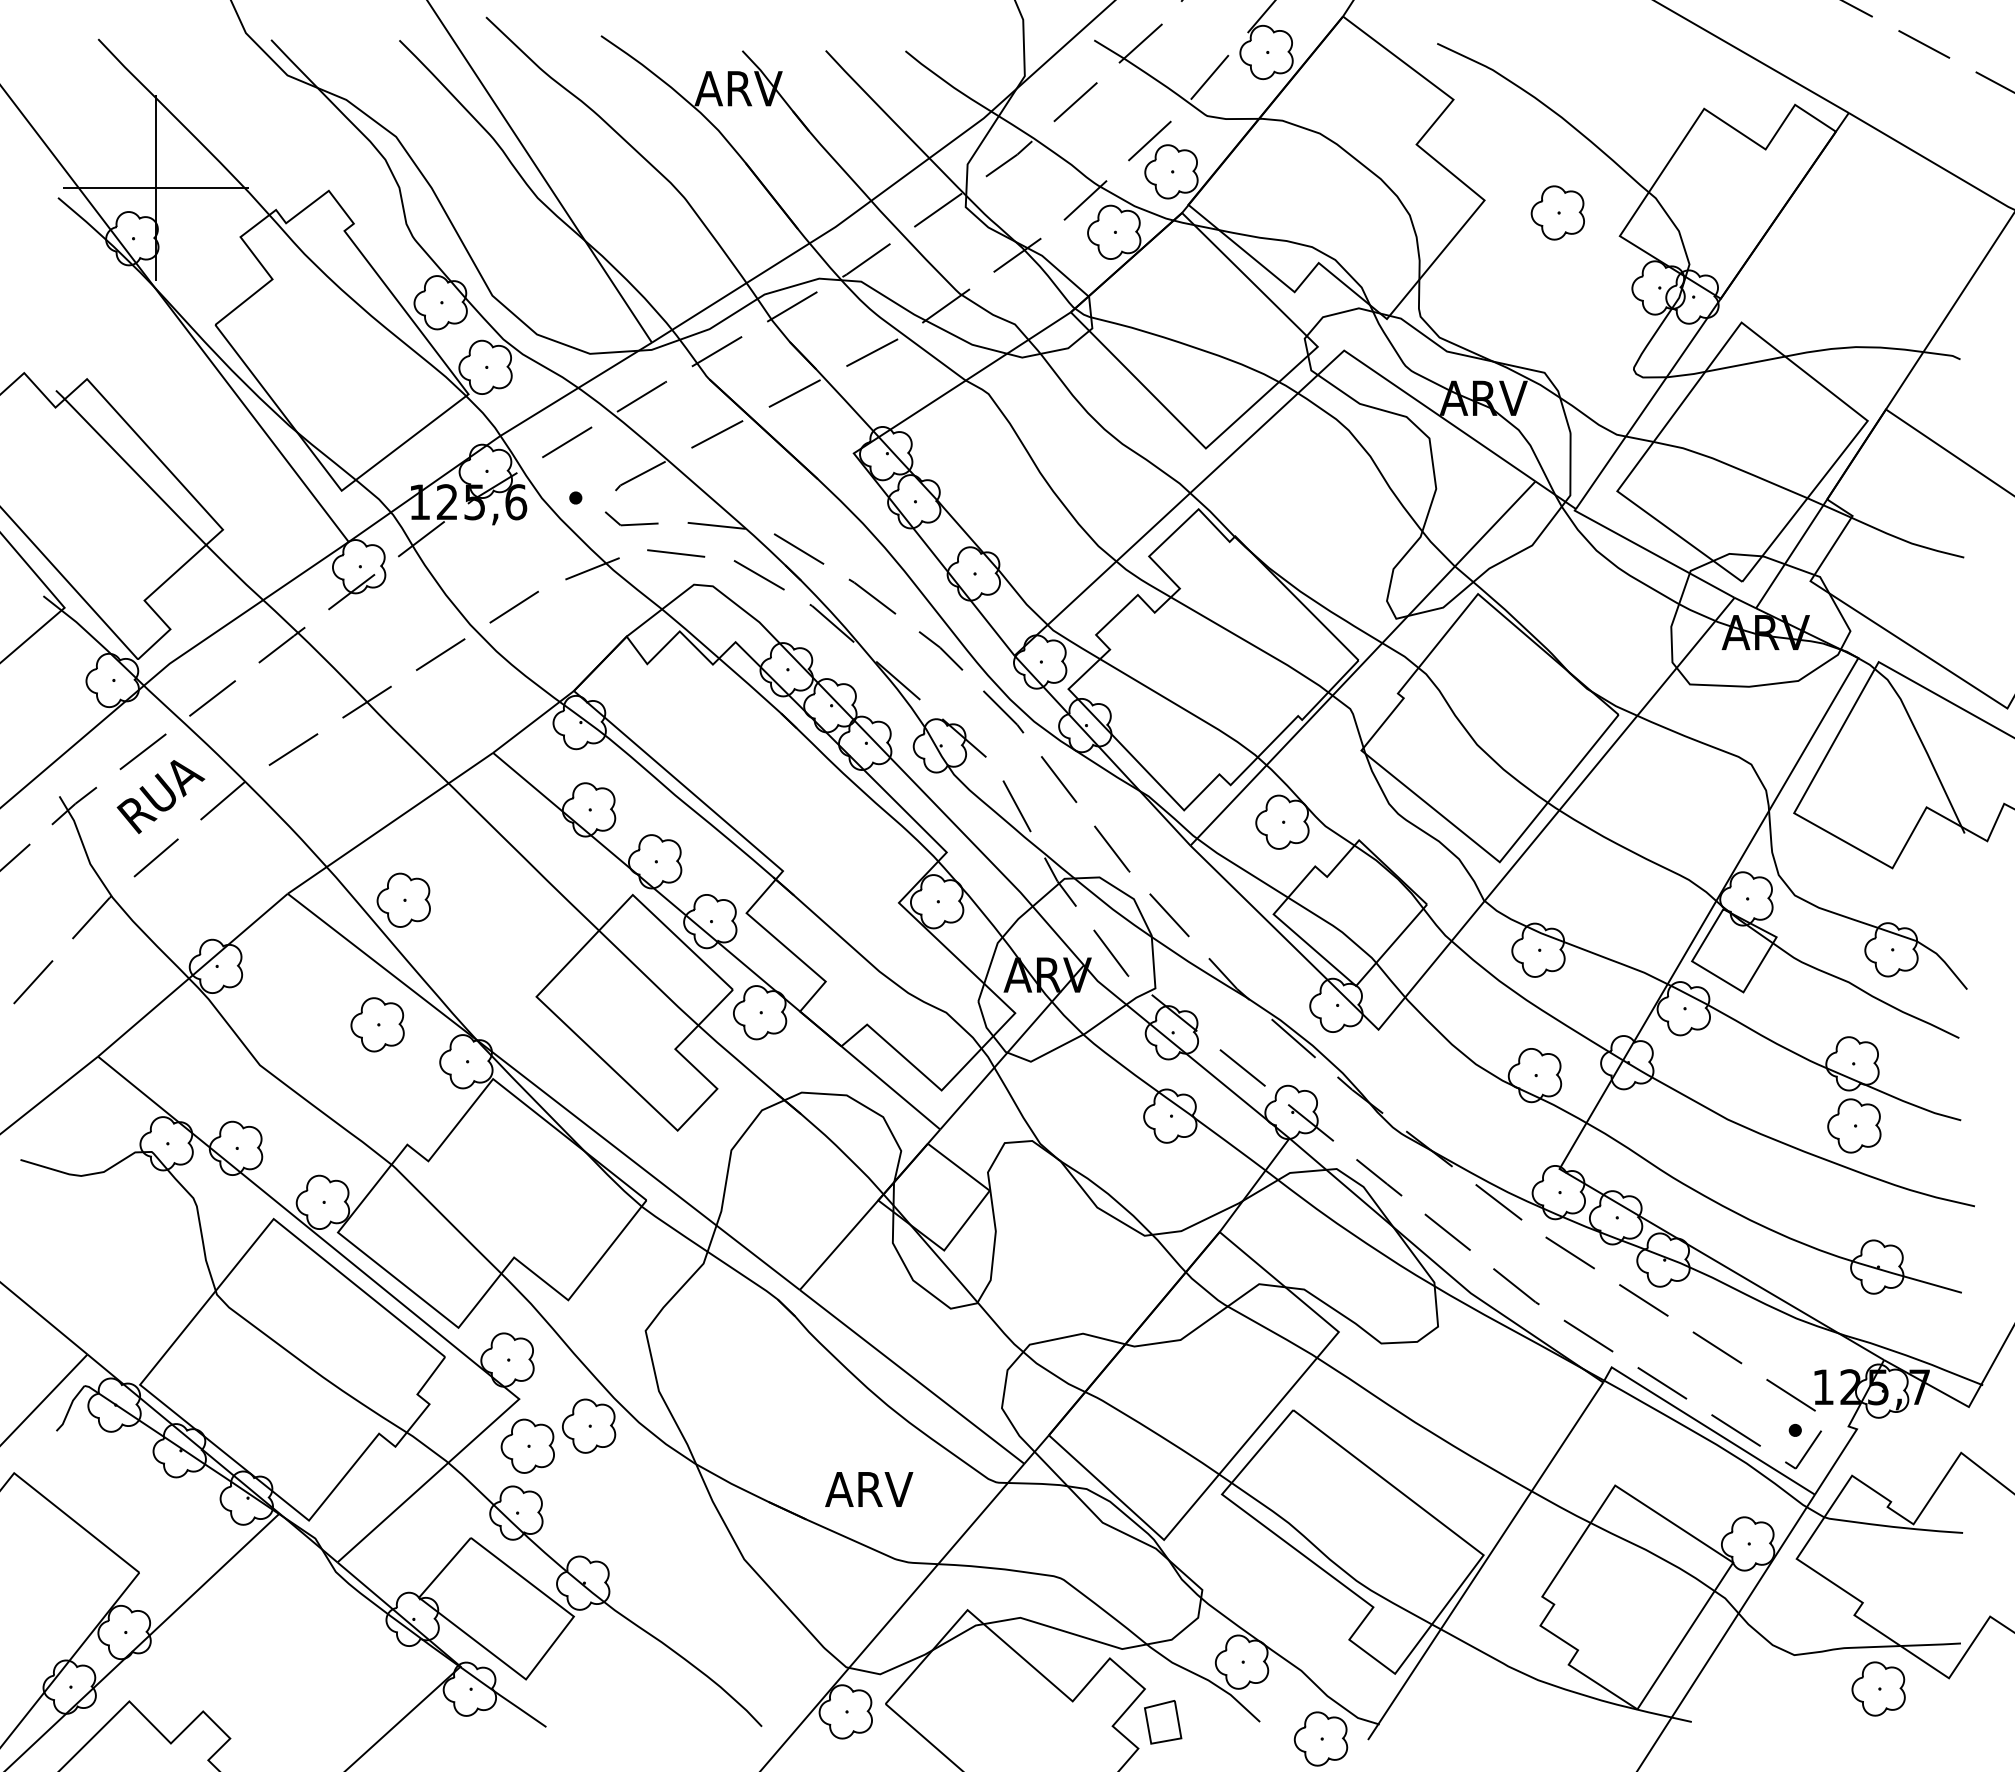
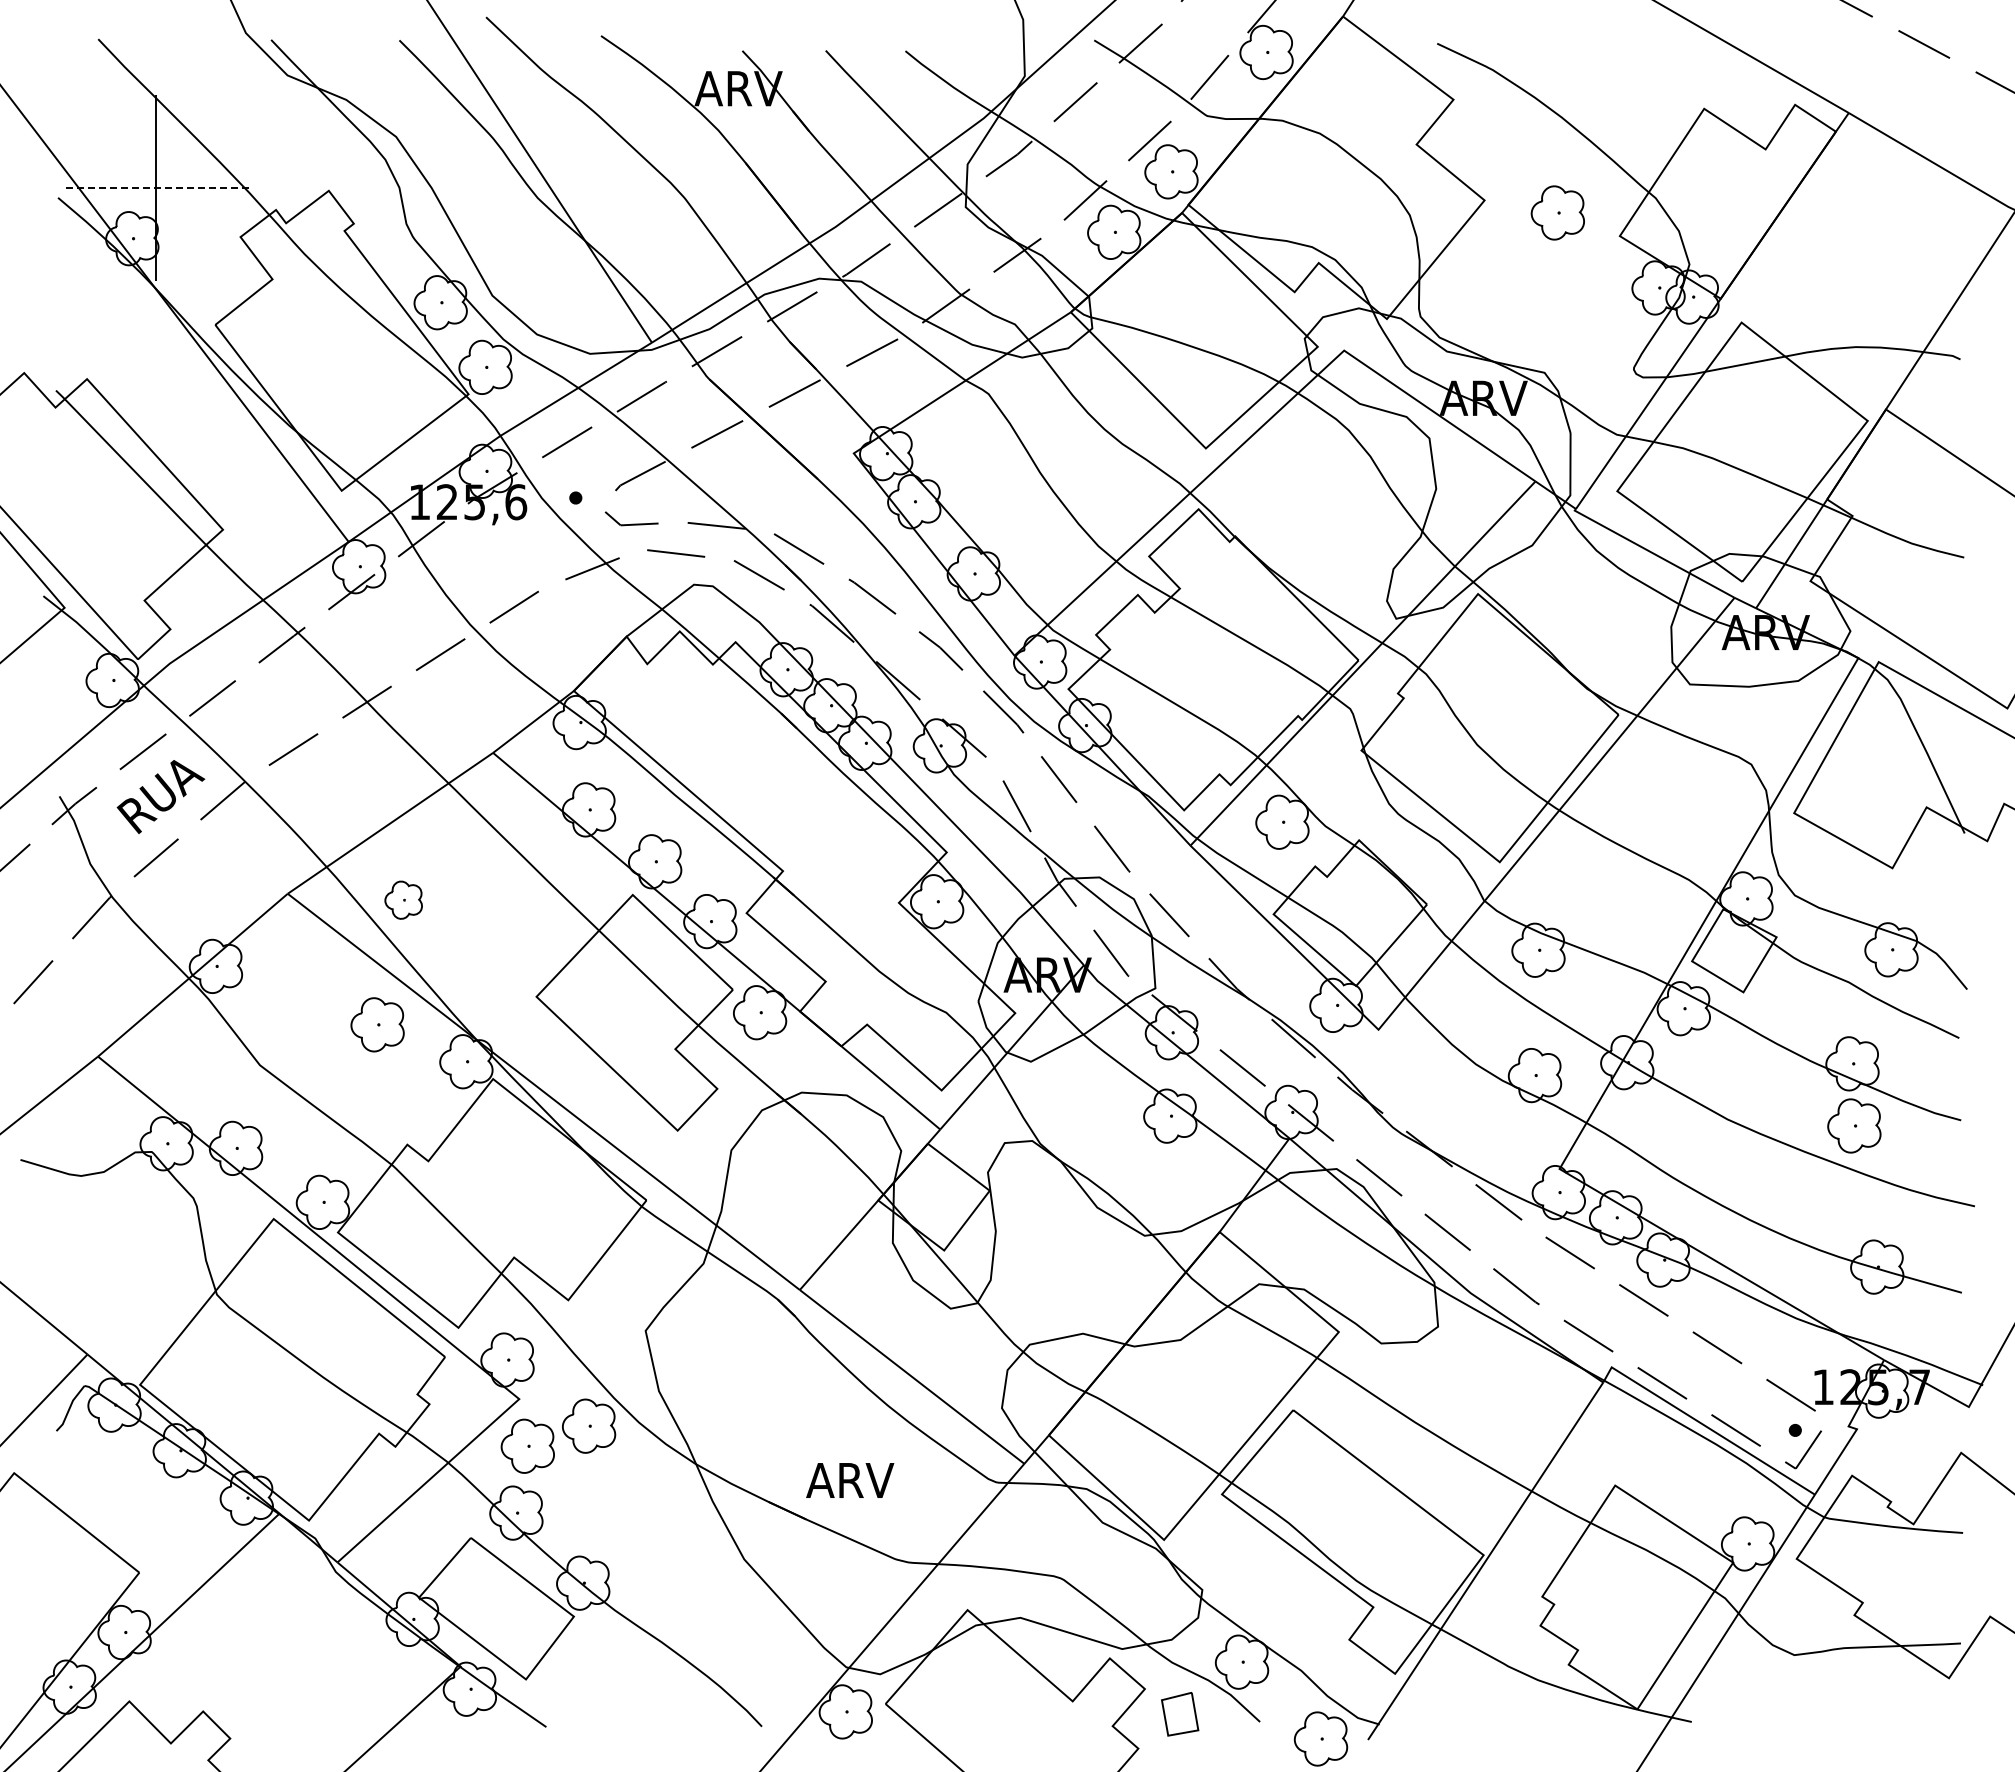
line at (155, 188): solid -> dashed
part at (403, 899) size: 55x56 px -> 39x40 px
text at (869, 1489) position: (869, 1489) -> (850, 1480)
part at (1878, 1688): present -> none
part at (1163, 1722) position: (1163, 1722) -> (1180, 1714)
